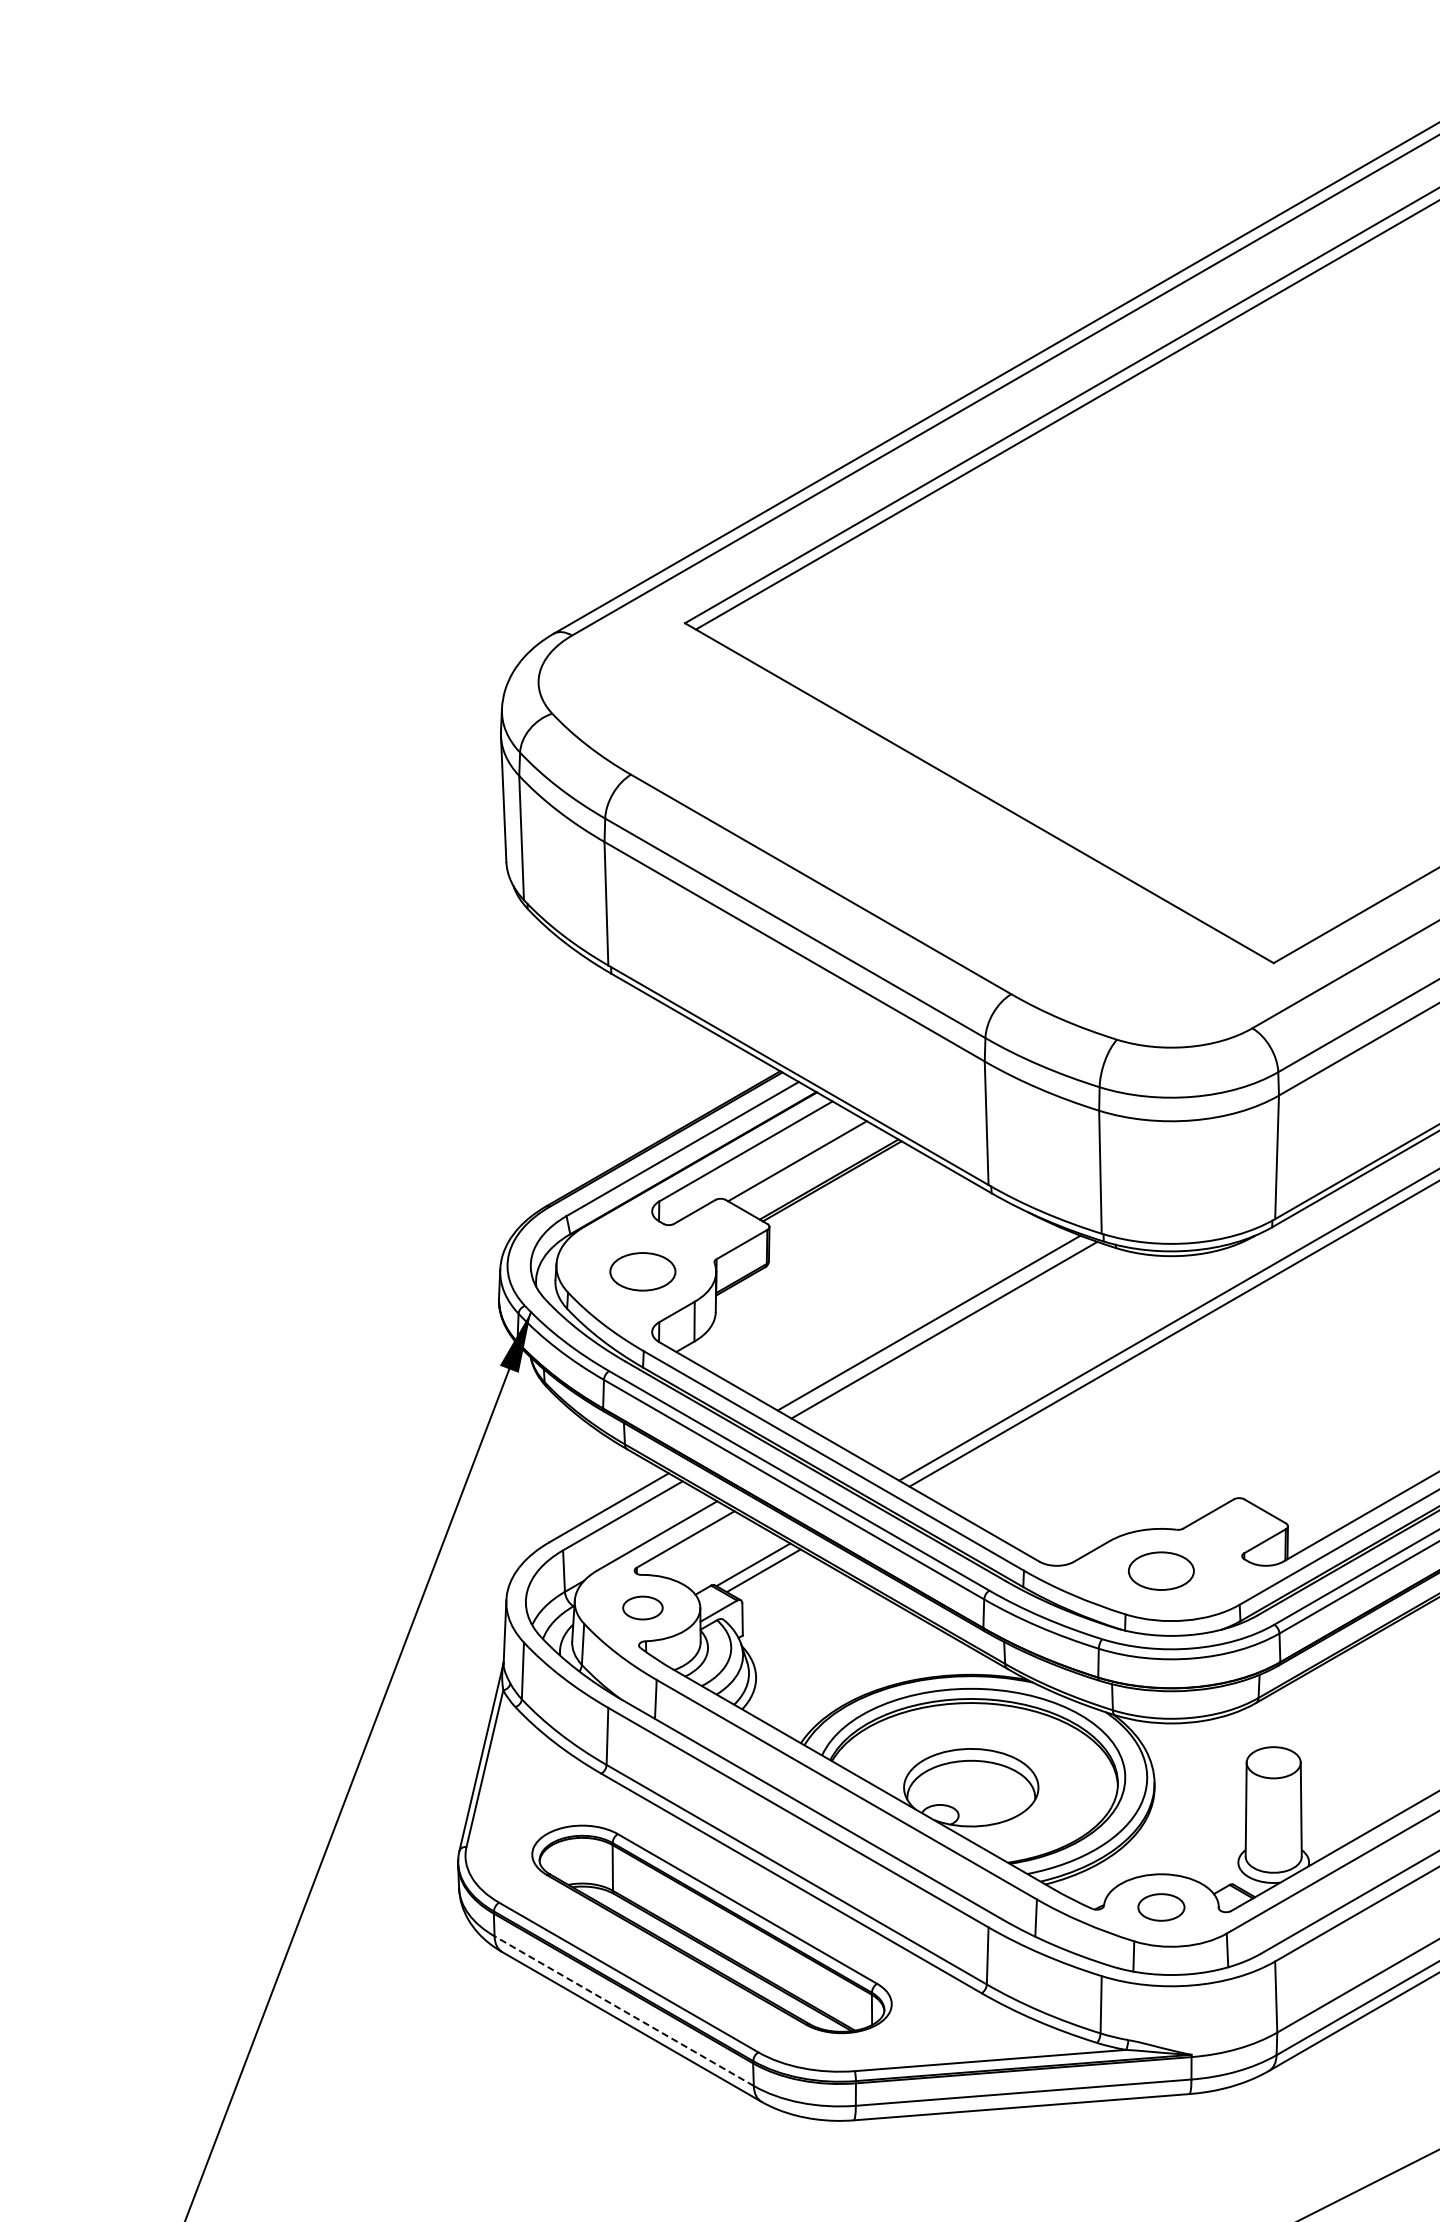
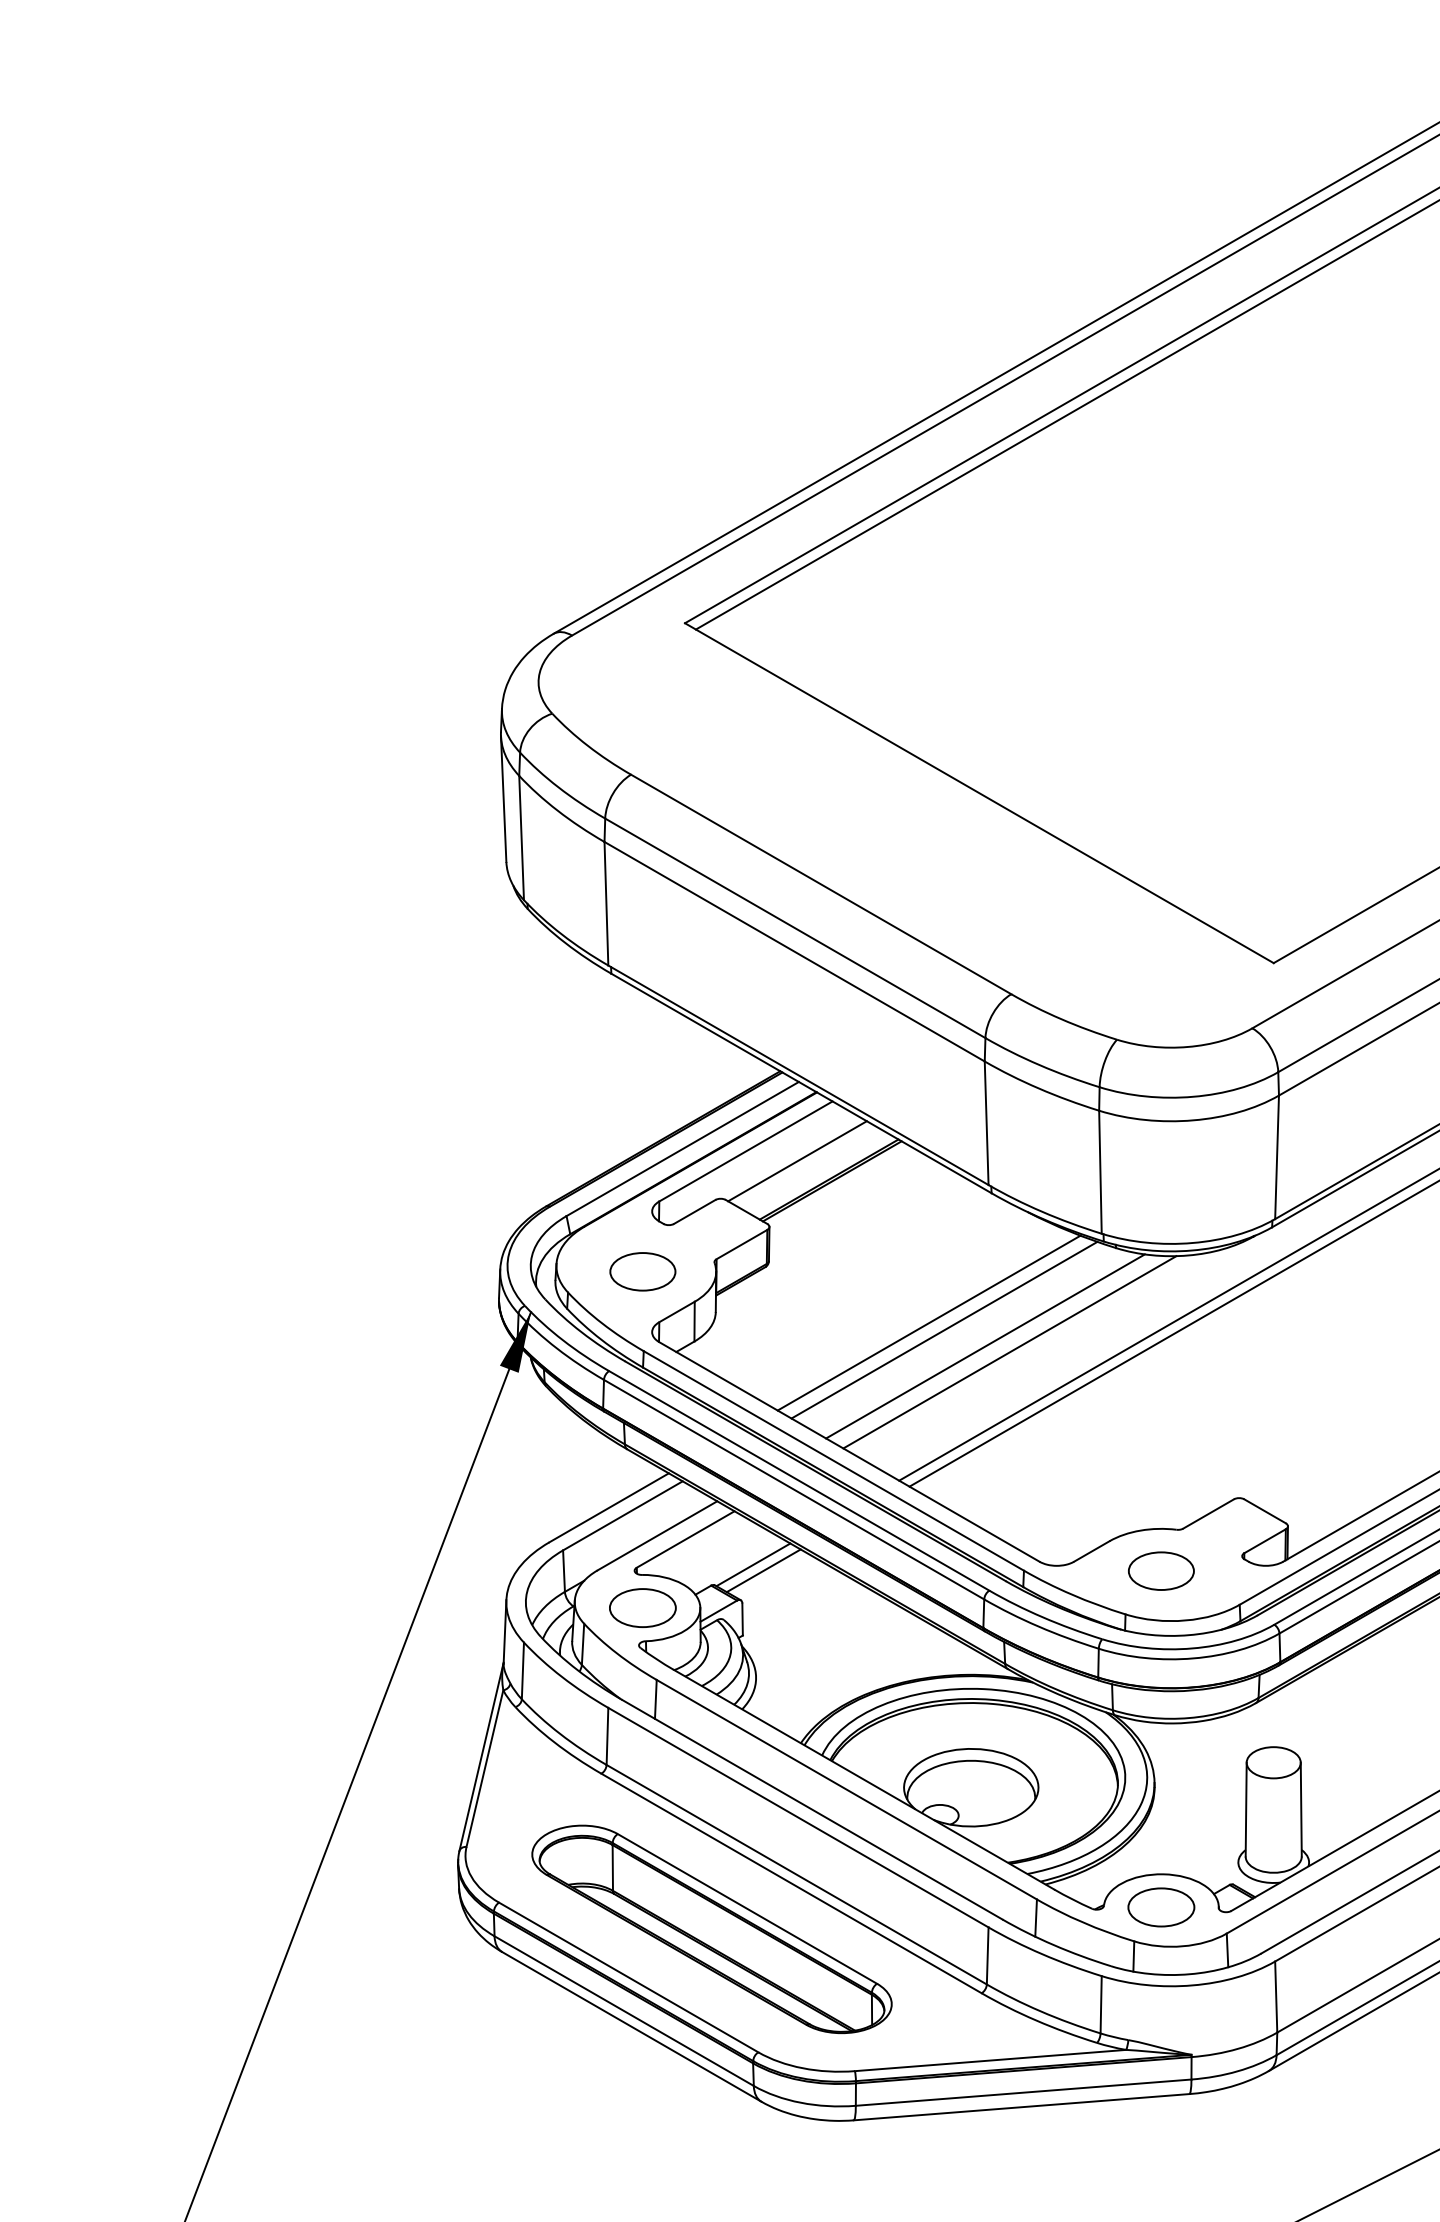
line at (985, 1346): none -> present
line at (1009, 1352): none -> present
part at (642, 1607) size: 42x26 px -> 68x40 px
part at (1161, 1907) size: 49x29 px -> 69x41 px
line at (624, 2011): dashed -> solid
